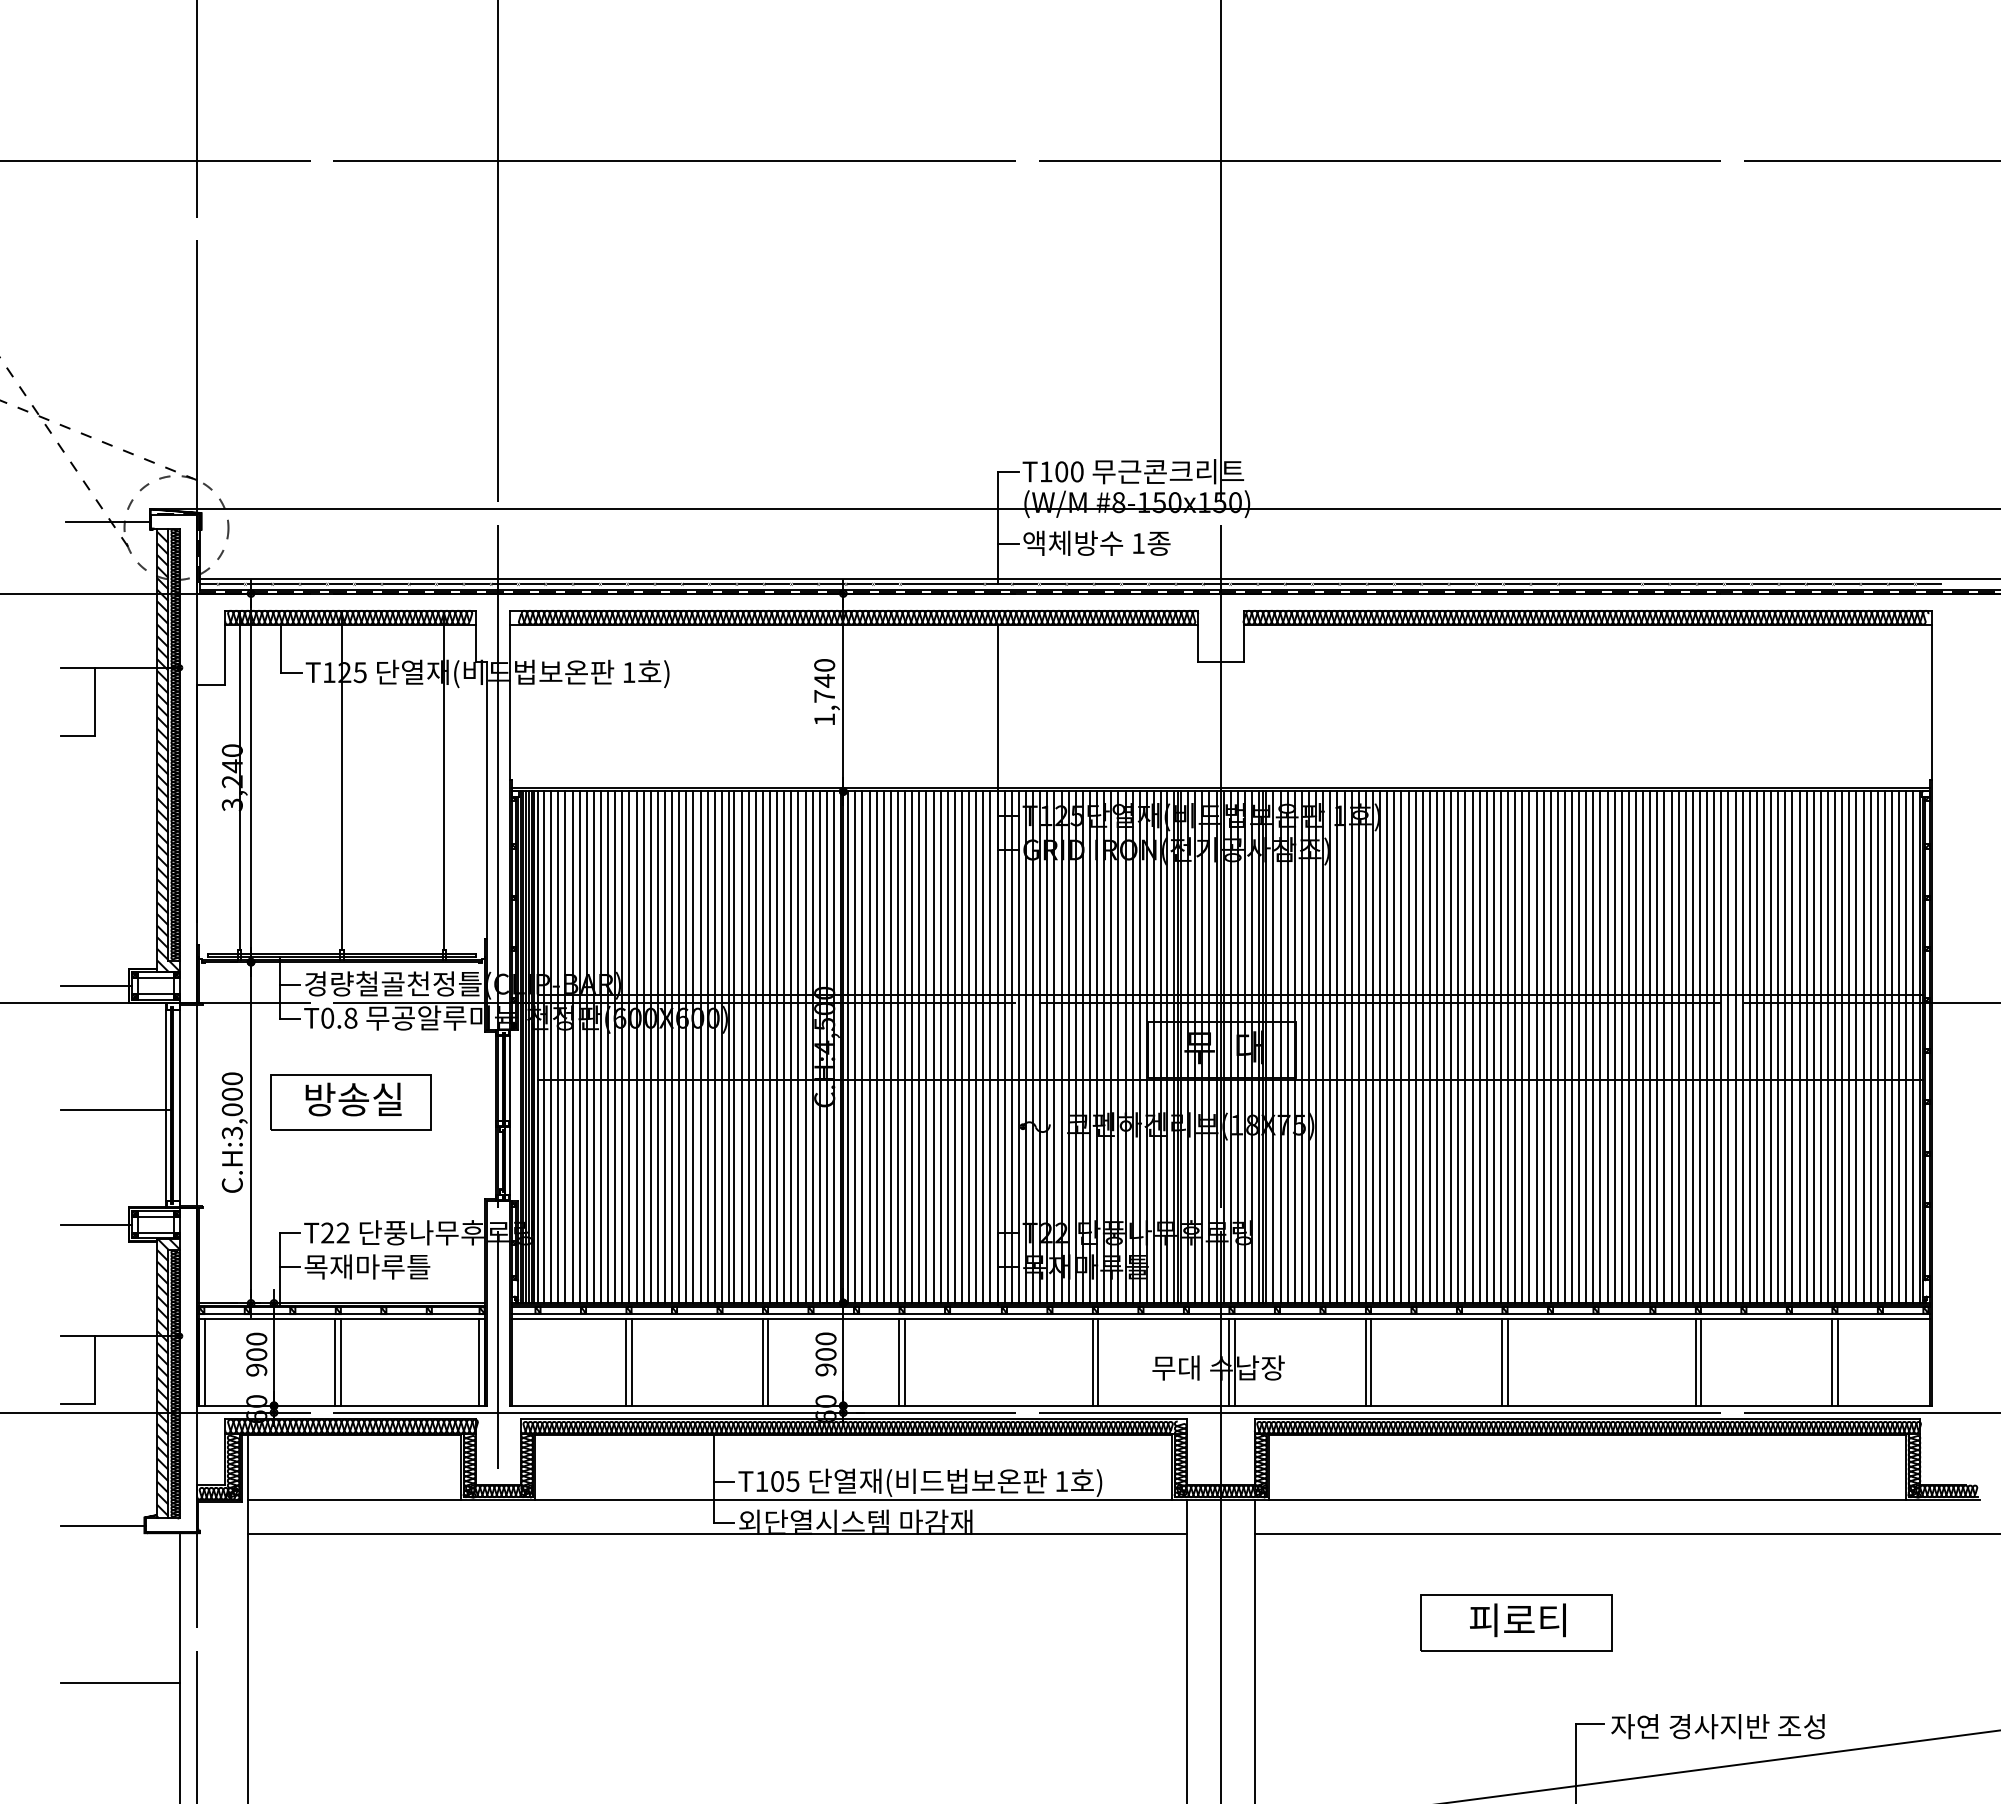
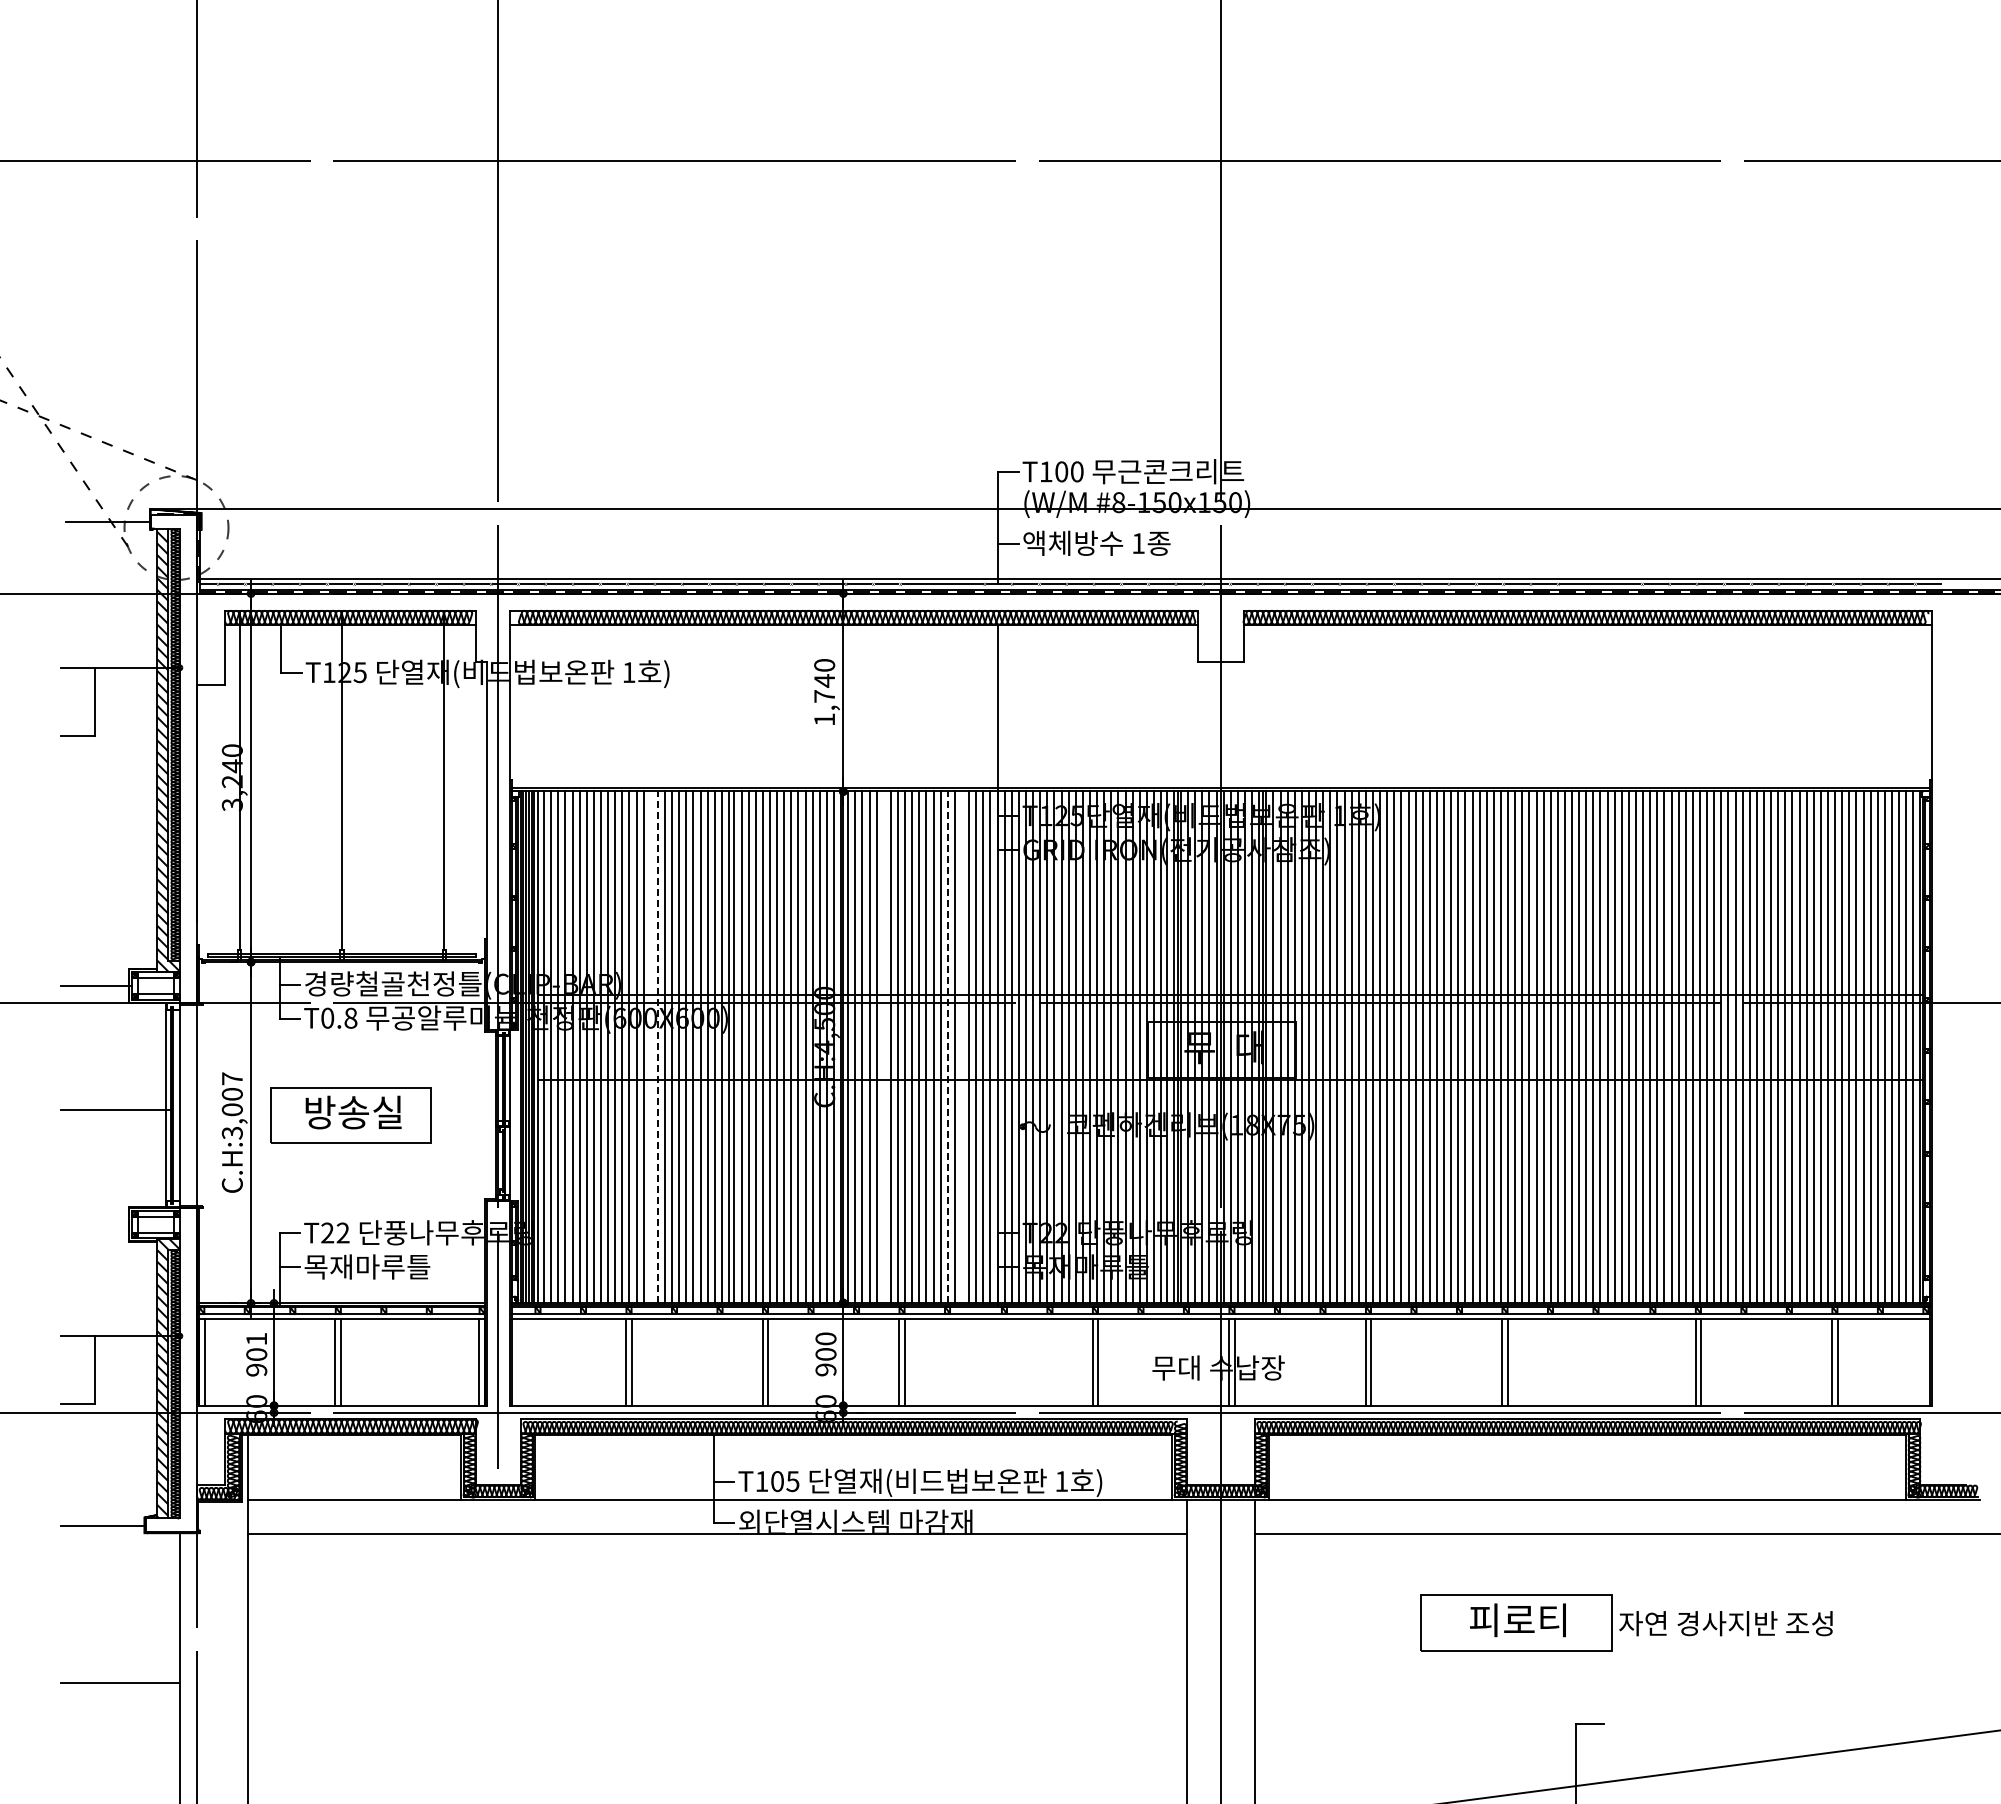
line at (650, 1046): present -> none
line at (883, 1046): present -> none
line at (961, 1046): present -> none
line at (657, 1047): solid -> dashed
line at (947, 1047): solid -> dashed
text at (231, 1078): C.H:3,000 -> C.H:3,007
part at (350, 1102) position: (350, 1102) -> (350, 1115)
line at (96, 1224): present -> none
text at (256, 1338): 900 -> 901
text at (1717, 1726) position: (1717, 1726) -> (1725, 1623)
